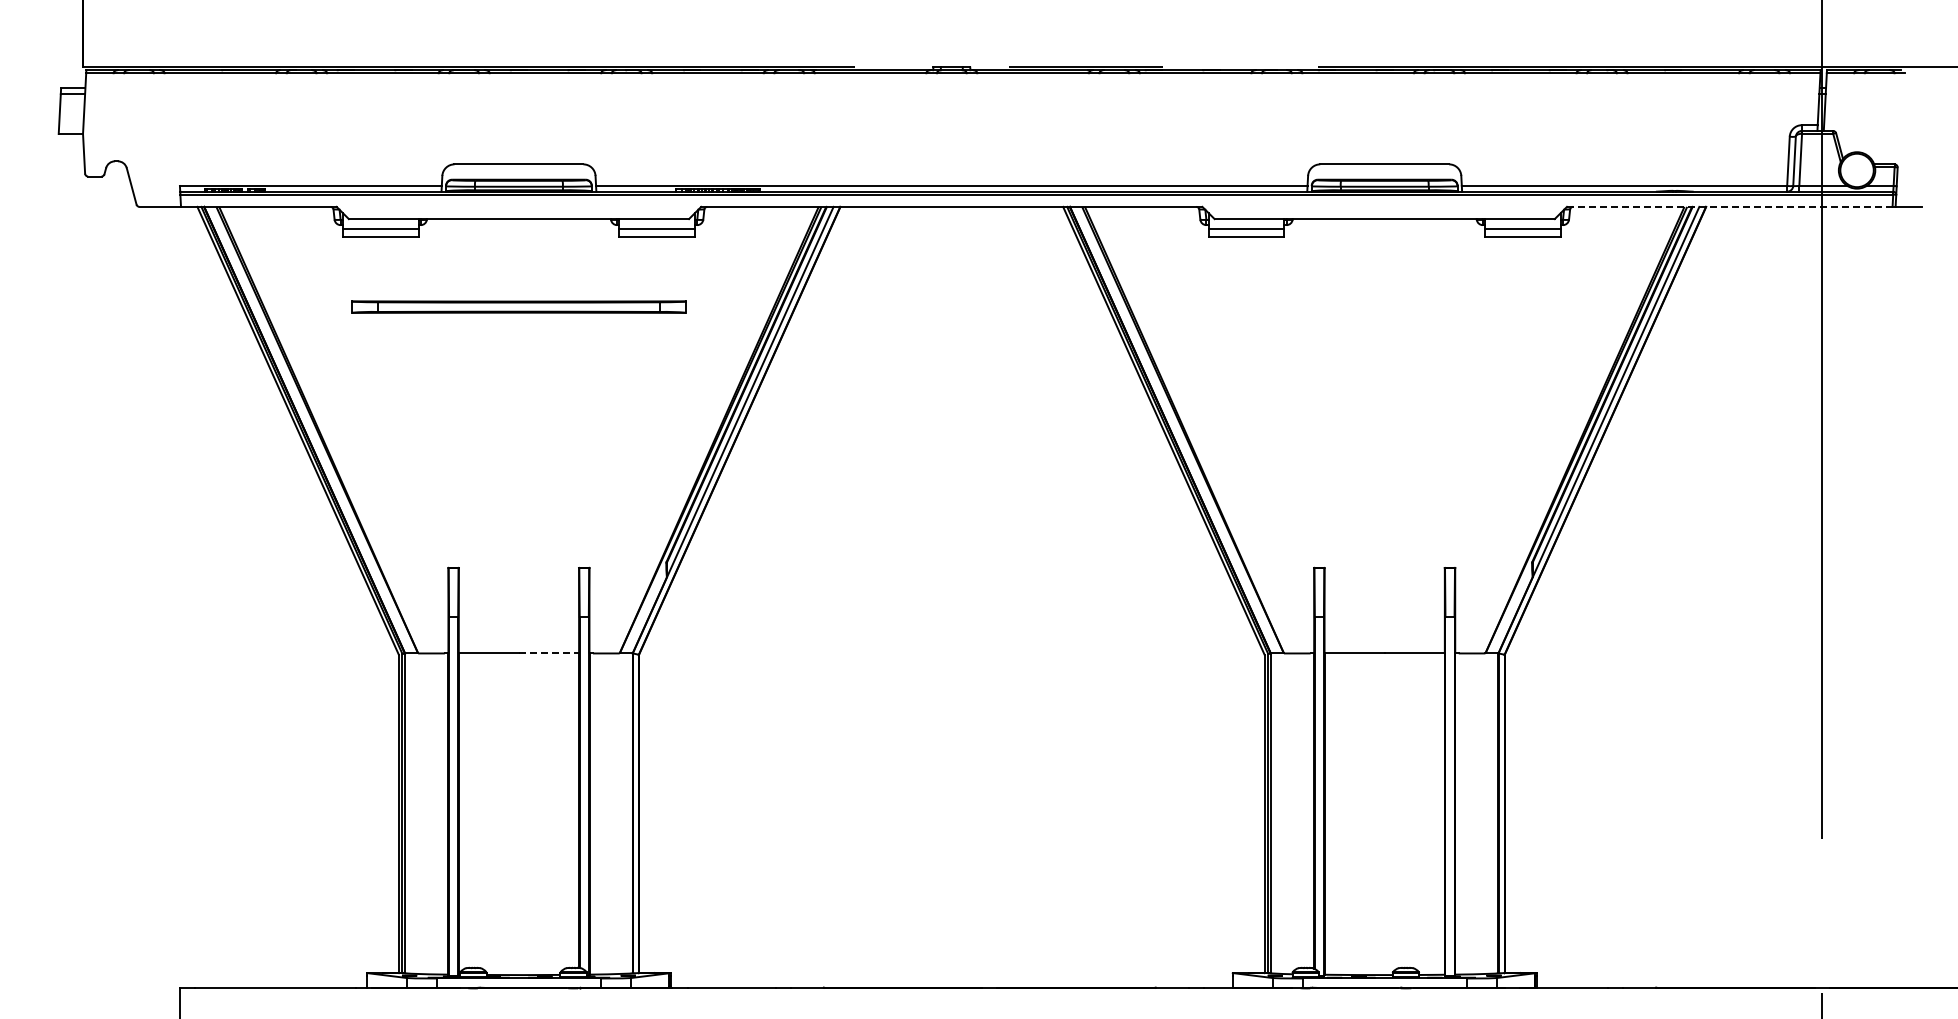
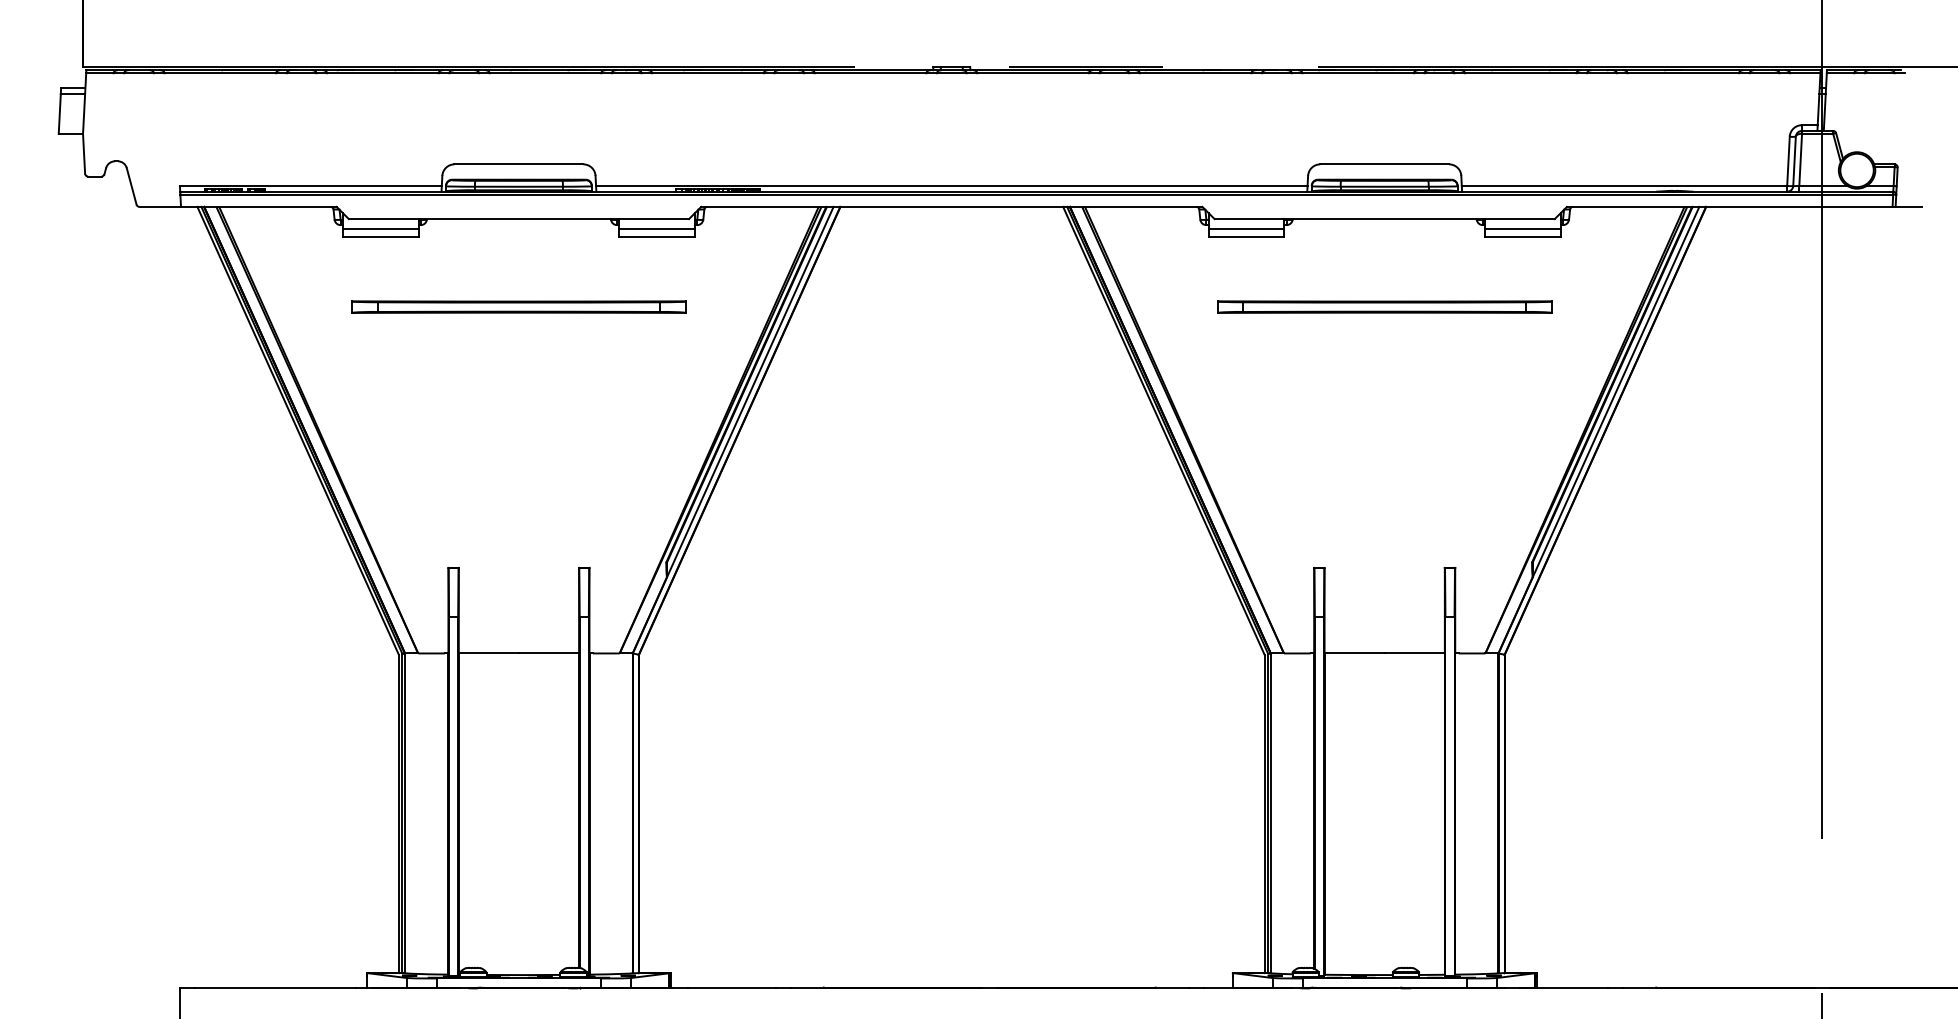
line at (1729, 206): dashed -> solid
part at (1384, 306): none -> present
line at (549, 653): dashed -> solid
